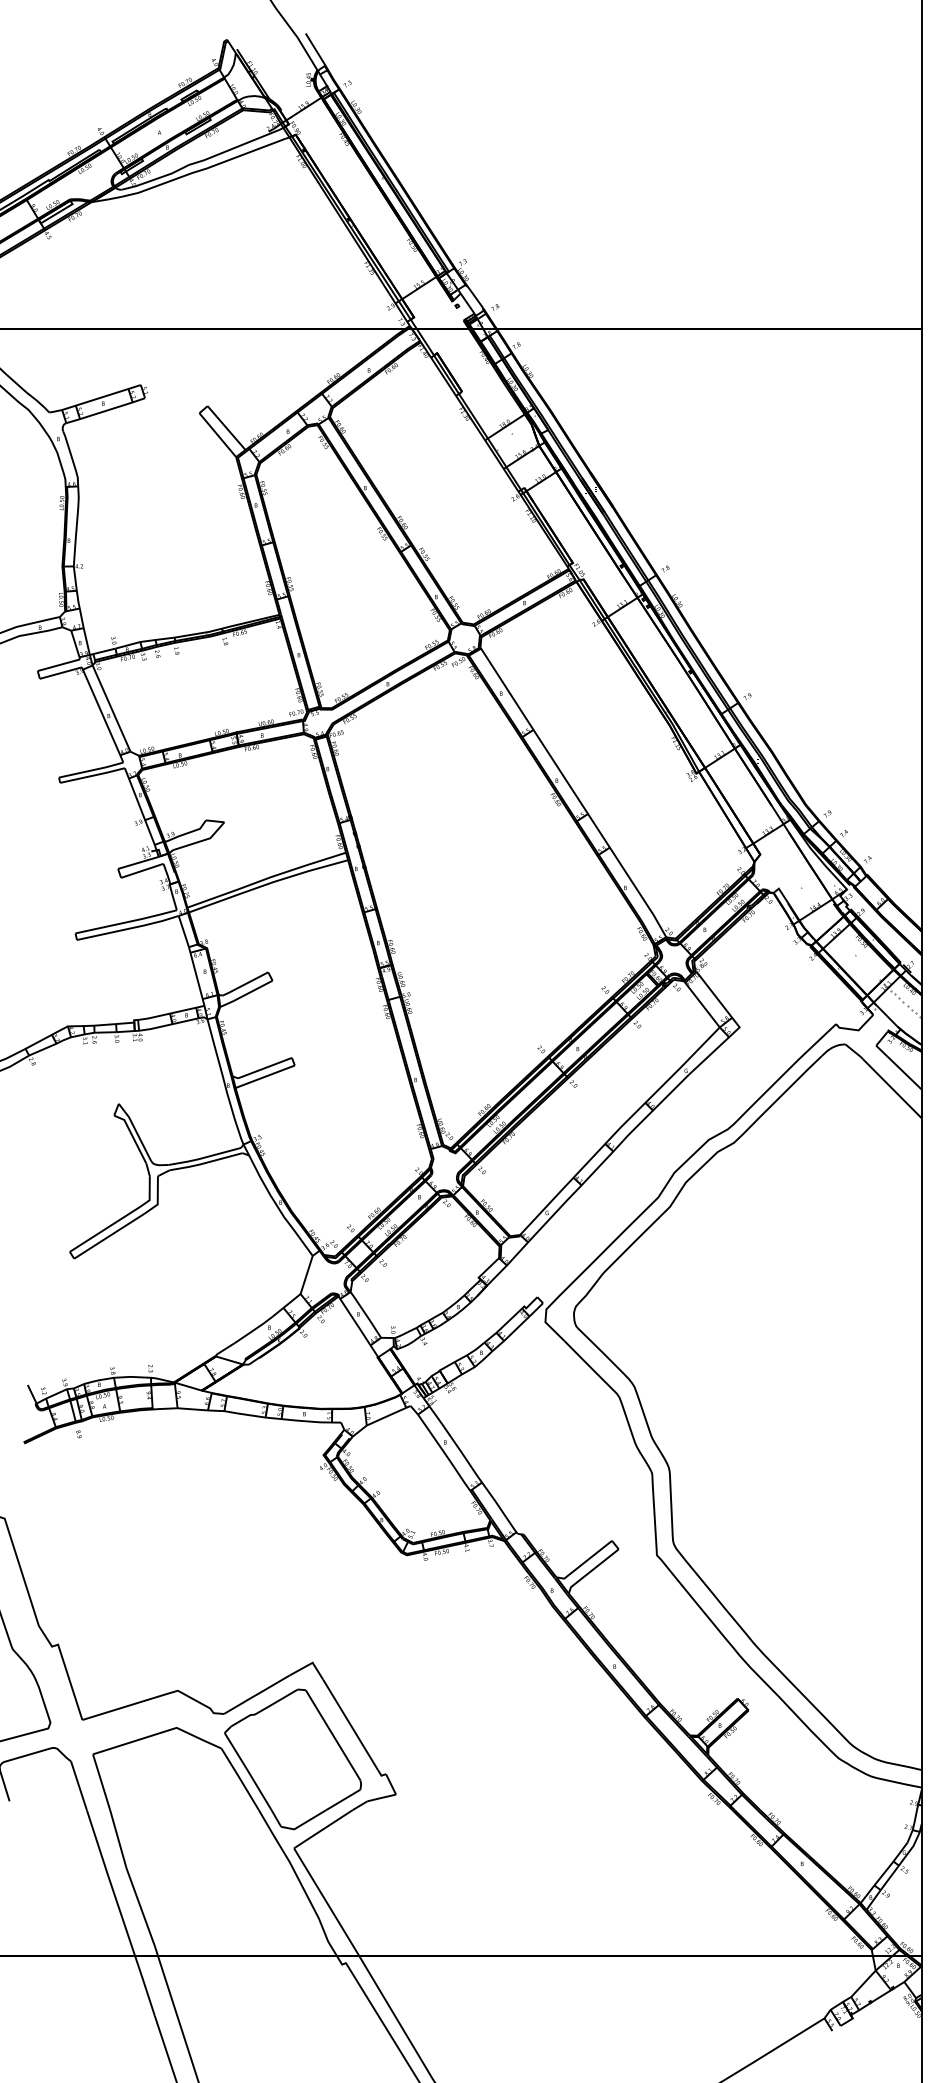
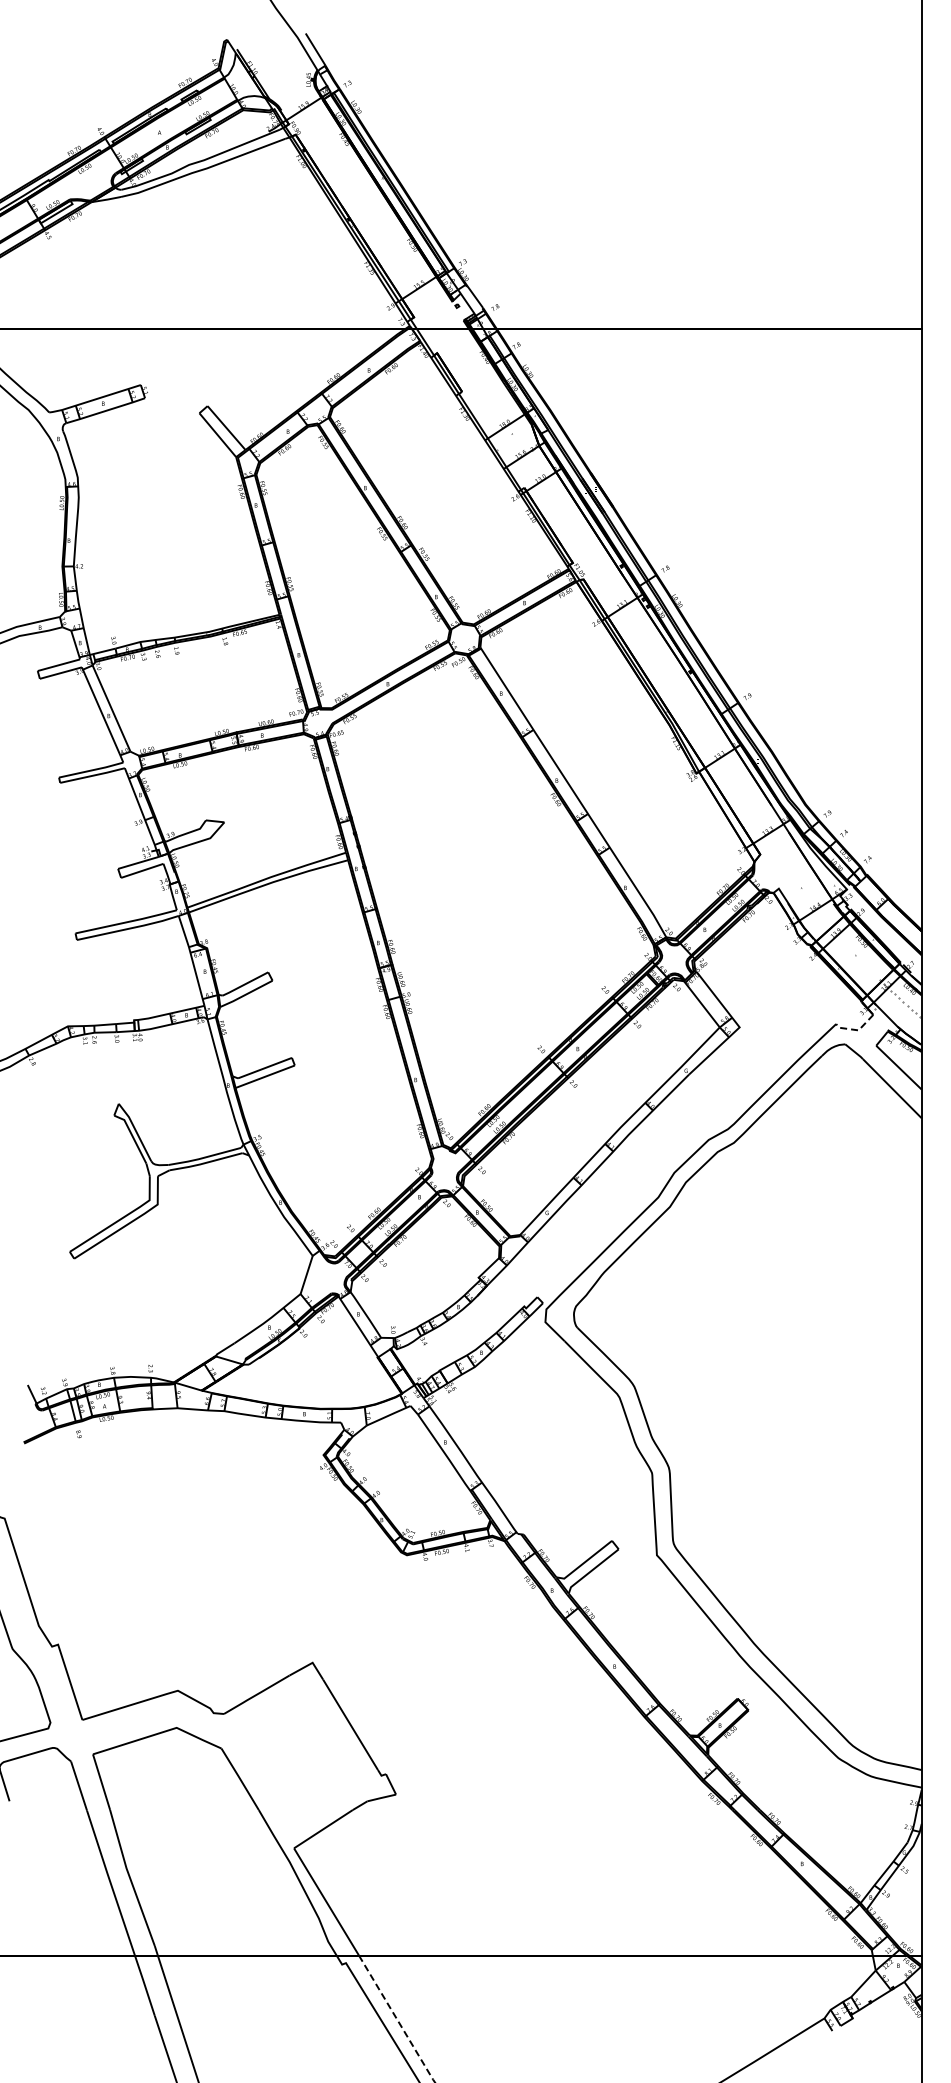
line at (856, 1030): solid -> dashed
part at (292, 1759): present -> none
line at (397, 2019): solid -> dashed
